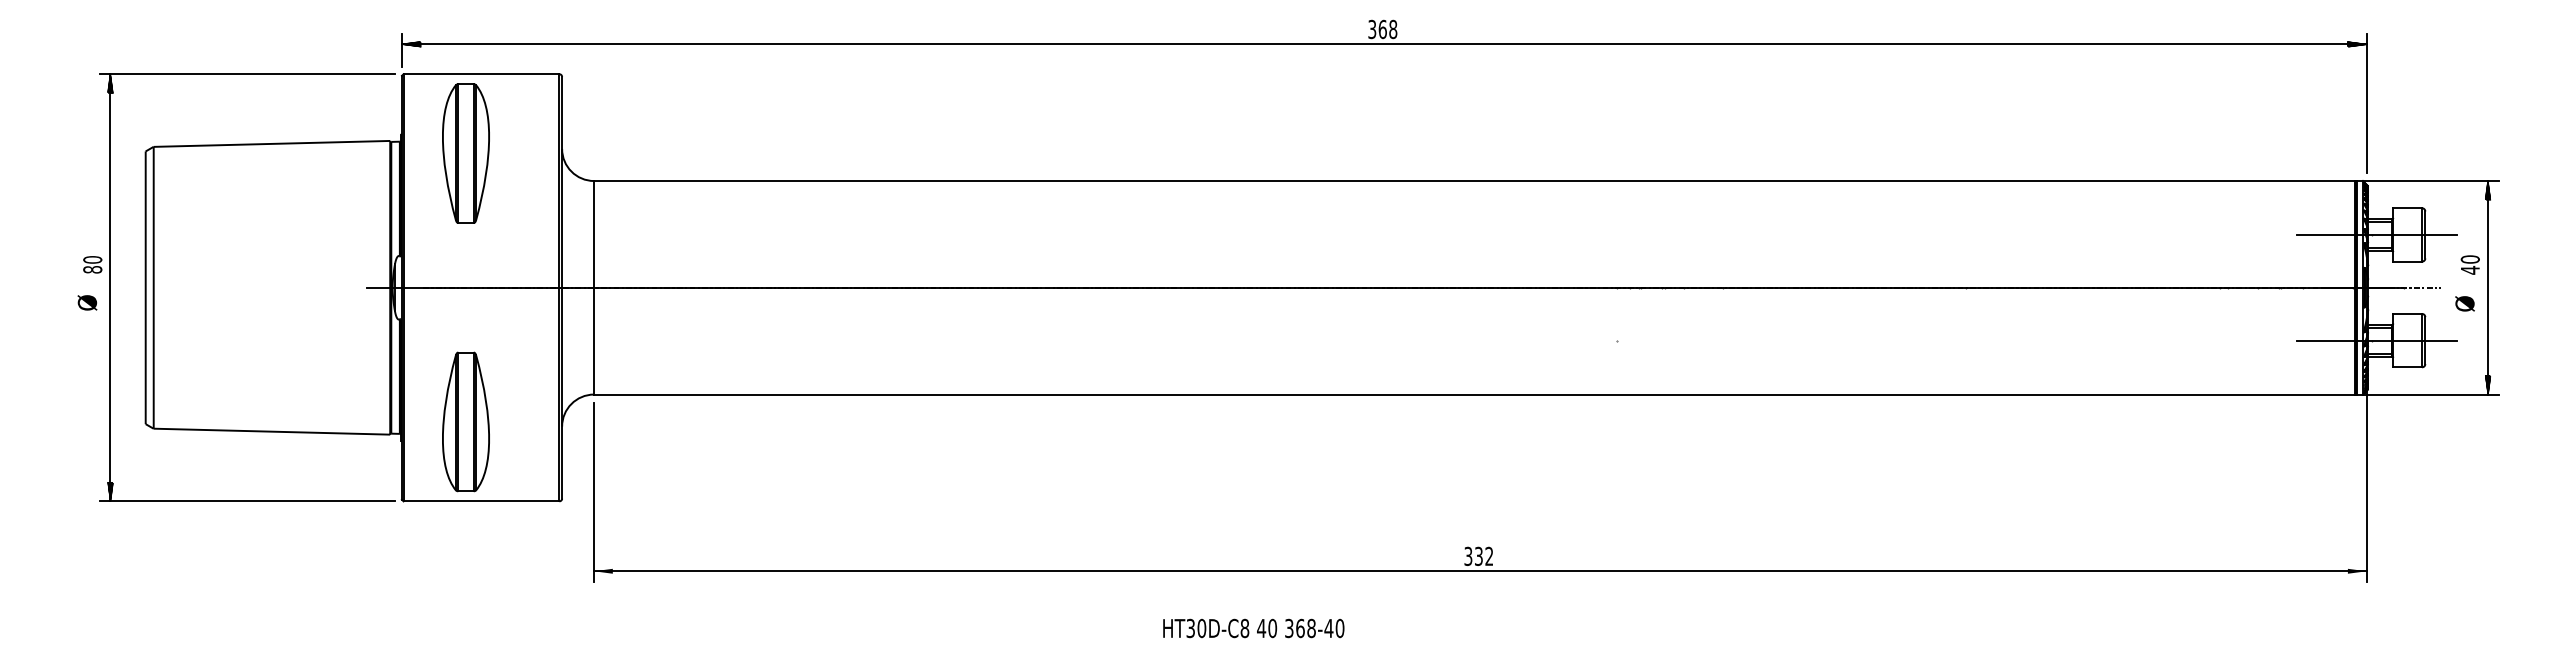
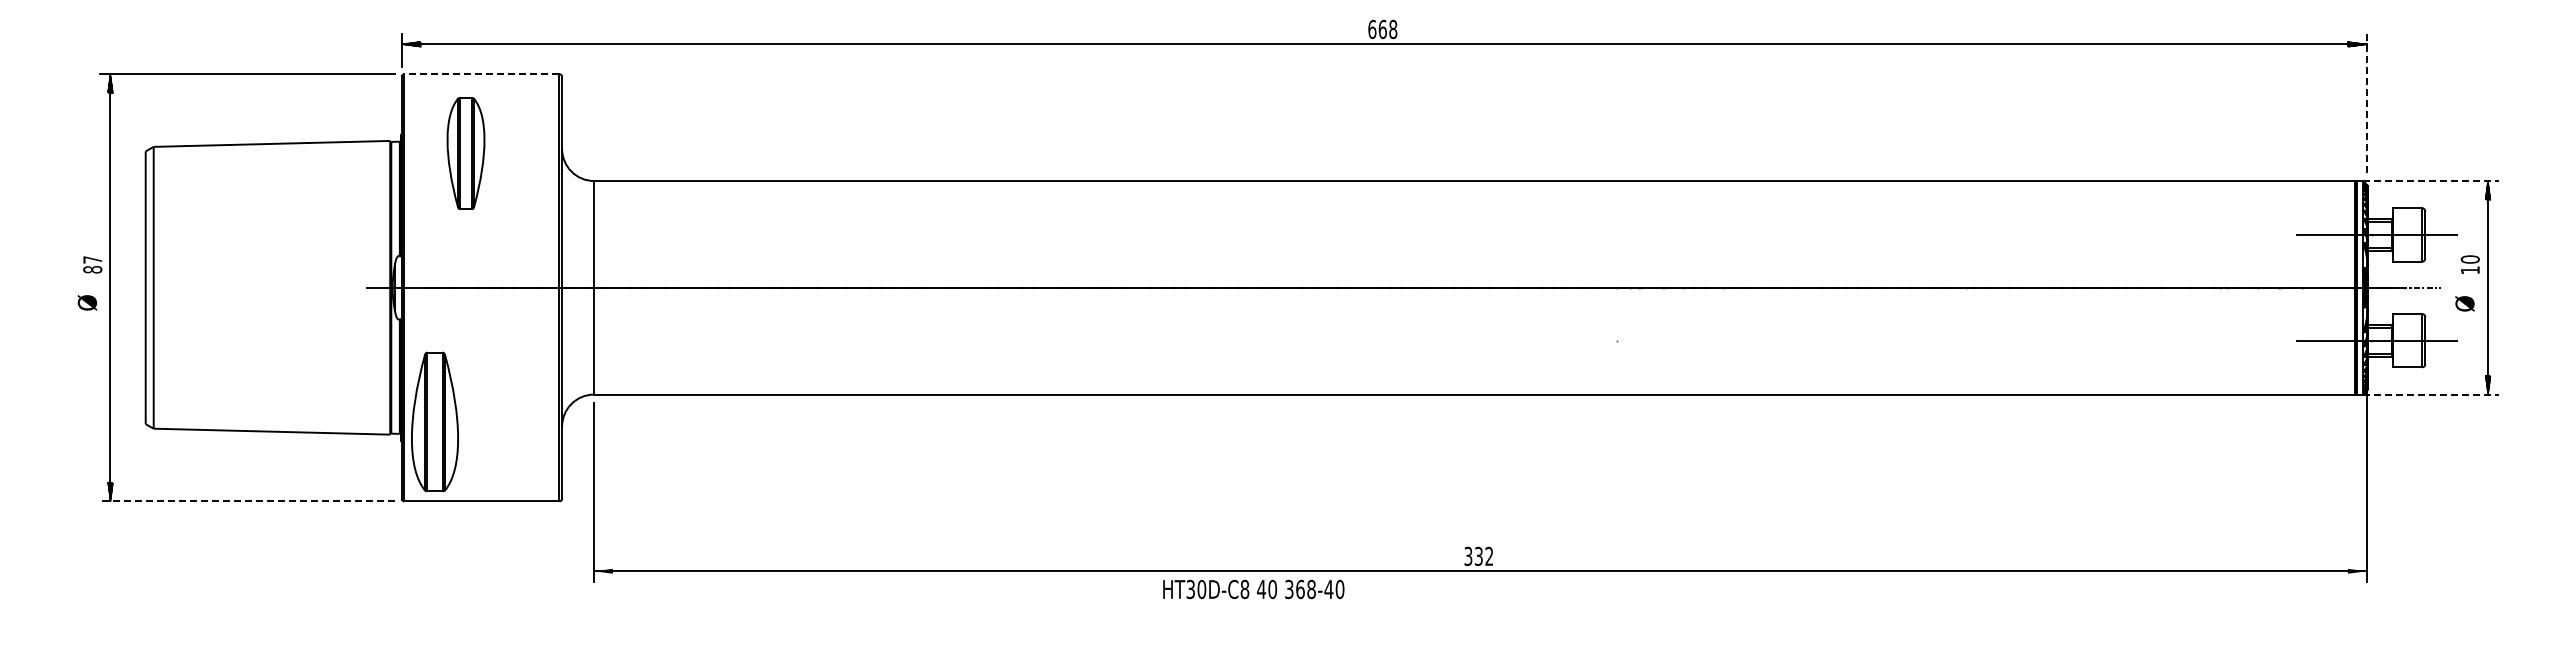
text at (1372, 29): 368 -> 668
line at (481, 74): solid -> dashed
line at (2366, 102): solid -> dashed
part at (465, 153) size: 48x141 px -> 40x113 px
line at (2431, 181): solid -> dashed
text at (92, 259): 80 -> 87
text at (2470, 269): 40 -> 10
line at (2431, 394): solid -> dashed
part at (465, 421) position: (465, 421) -> (434, 421)
line at (247, 501): solid -> dashed
text at (1253, 628) position: (1253, 628) -> (1253, 589)
